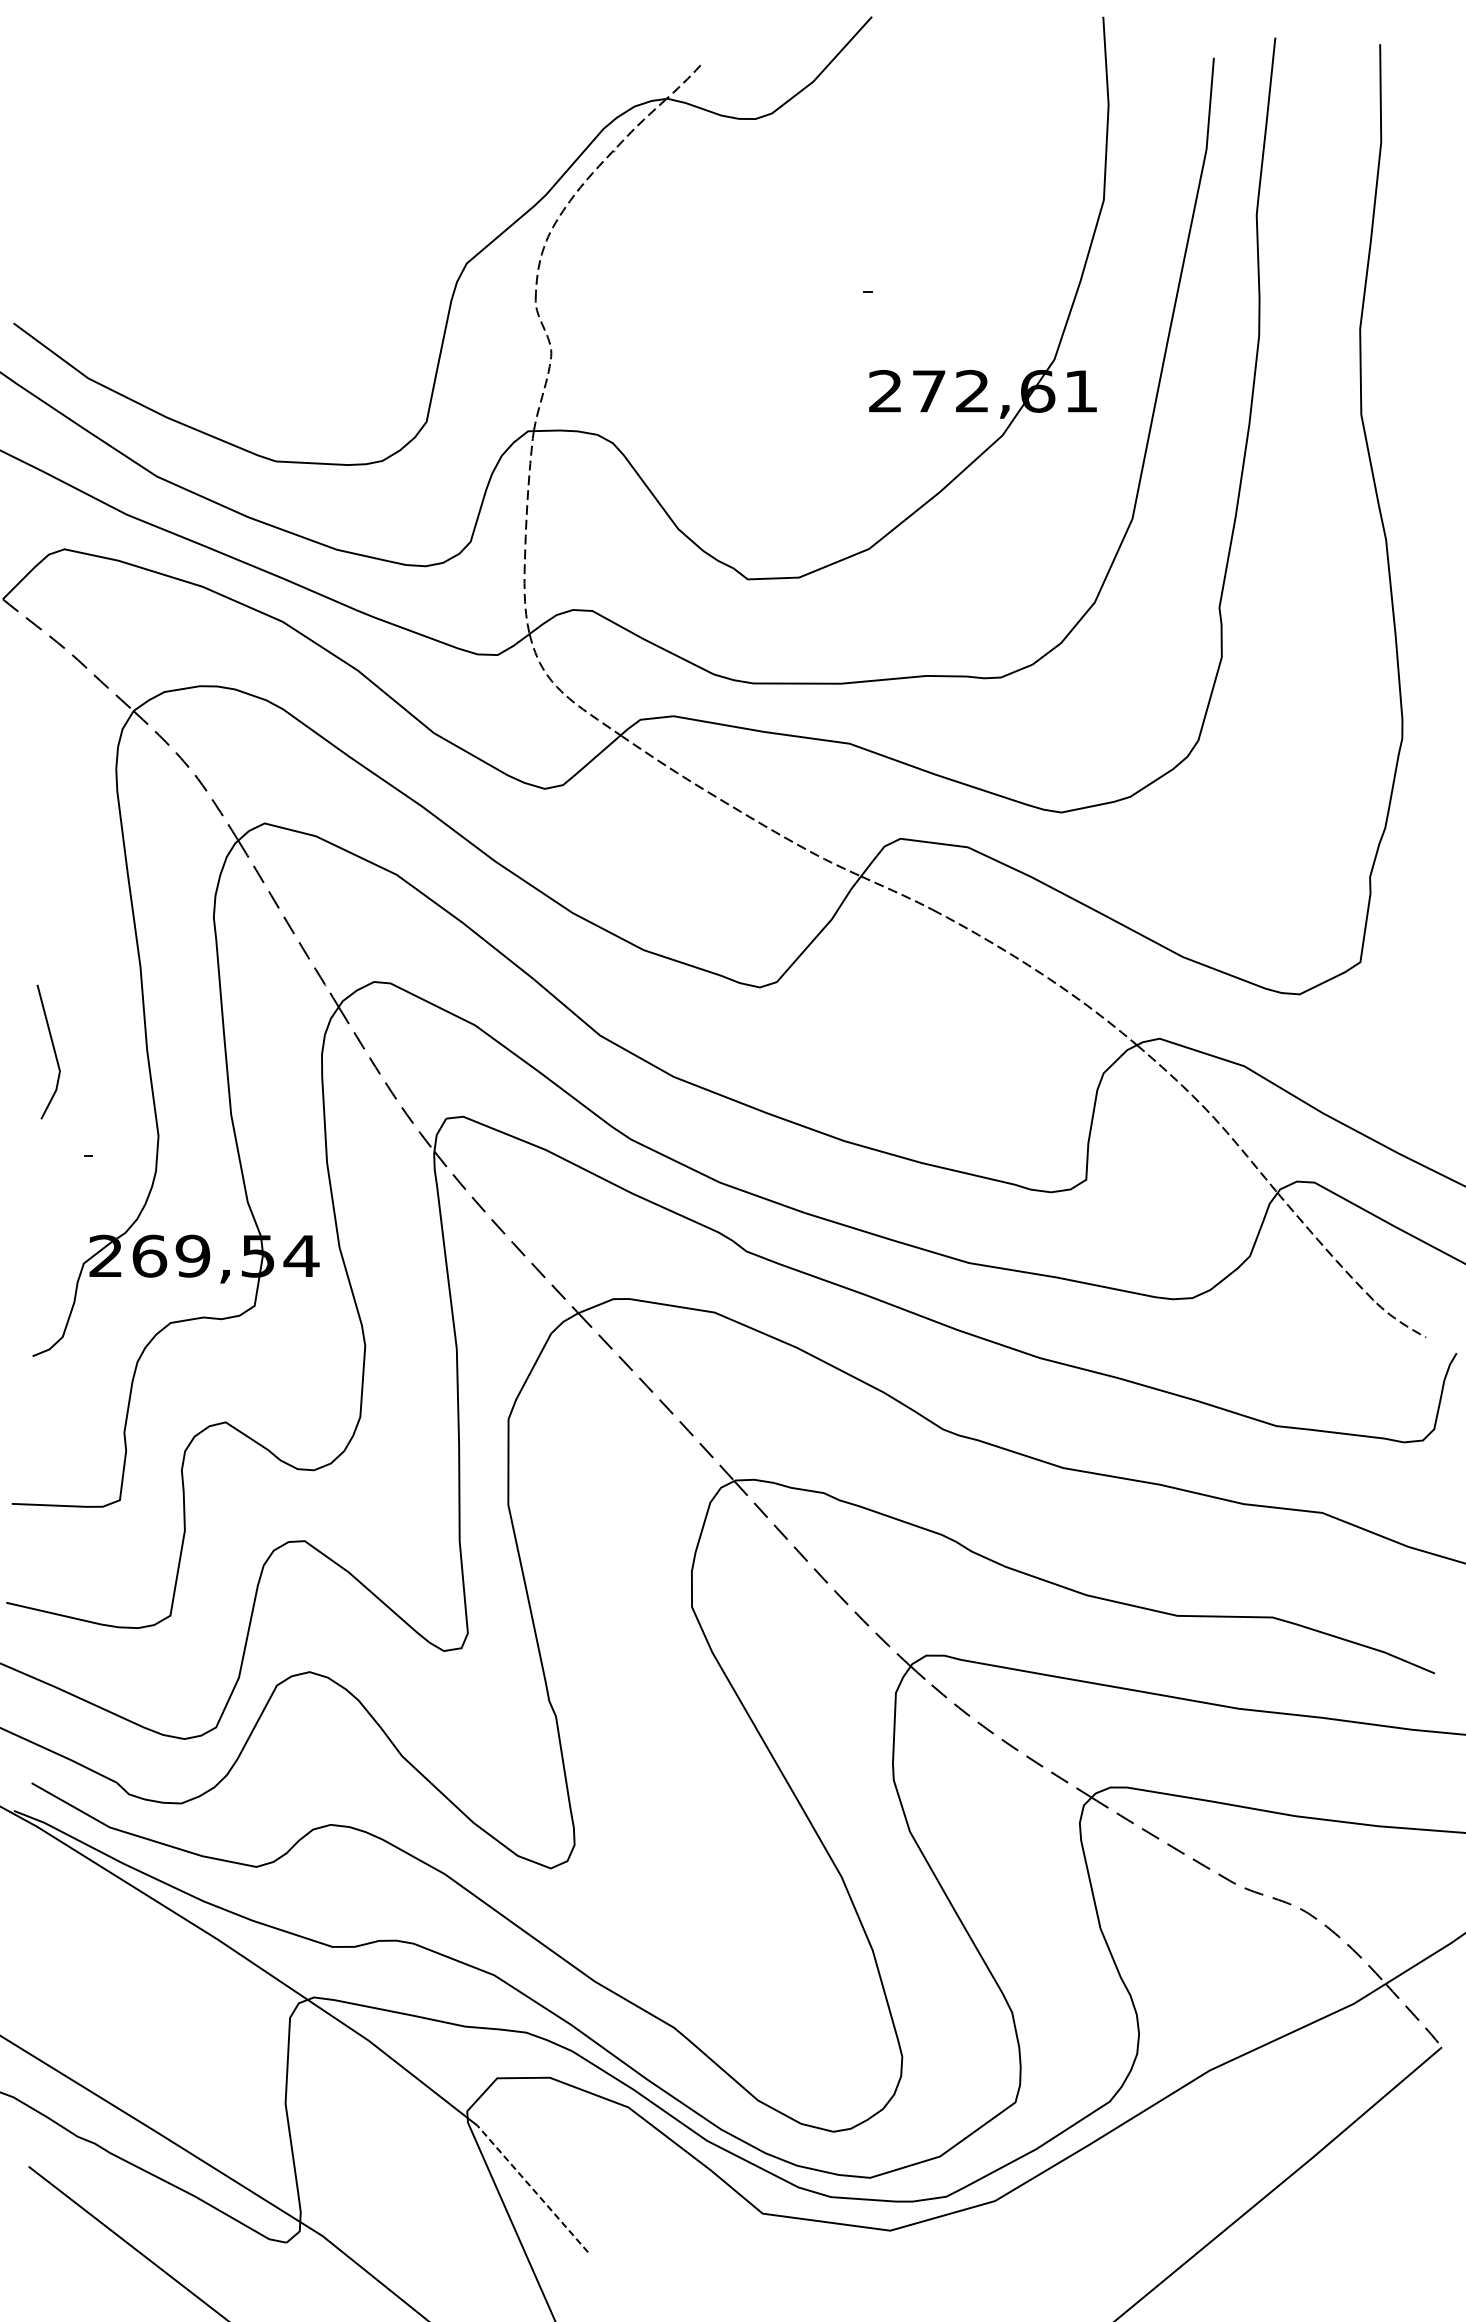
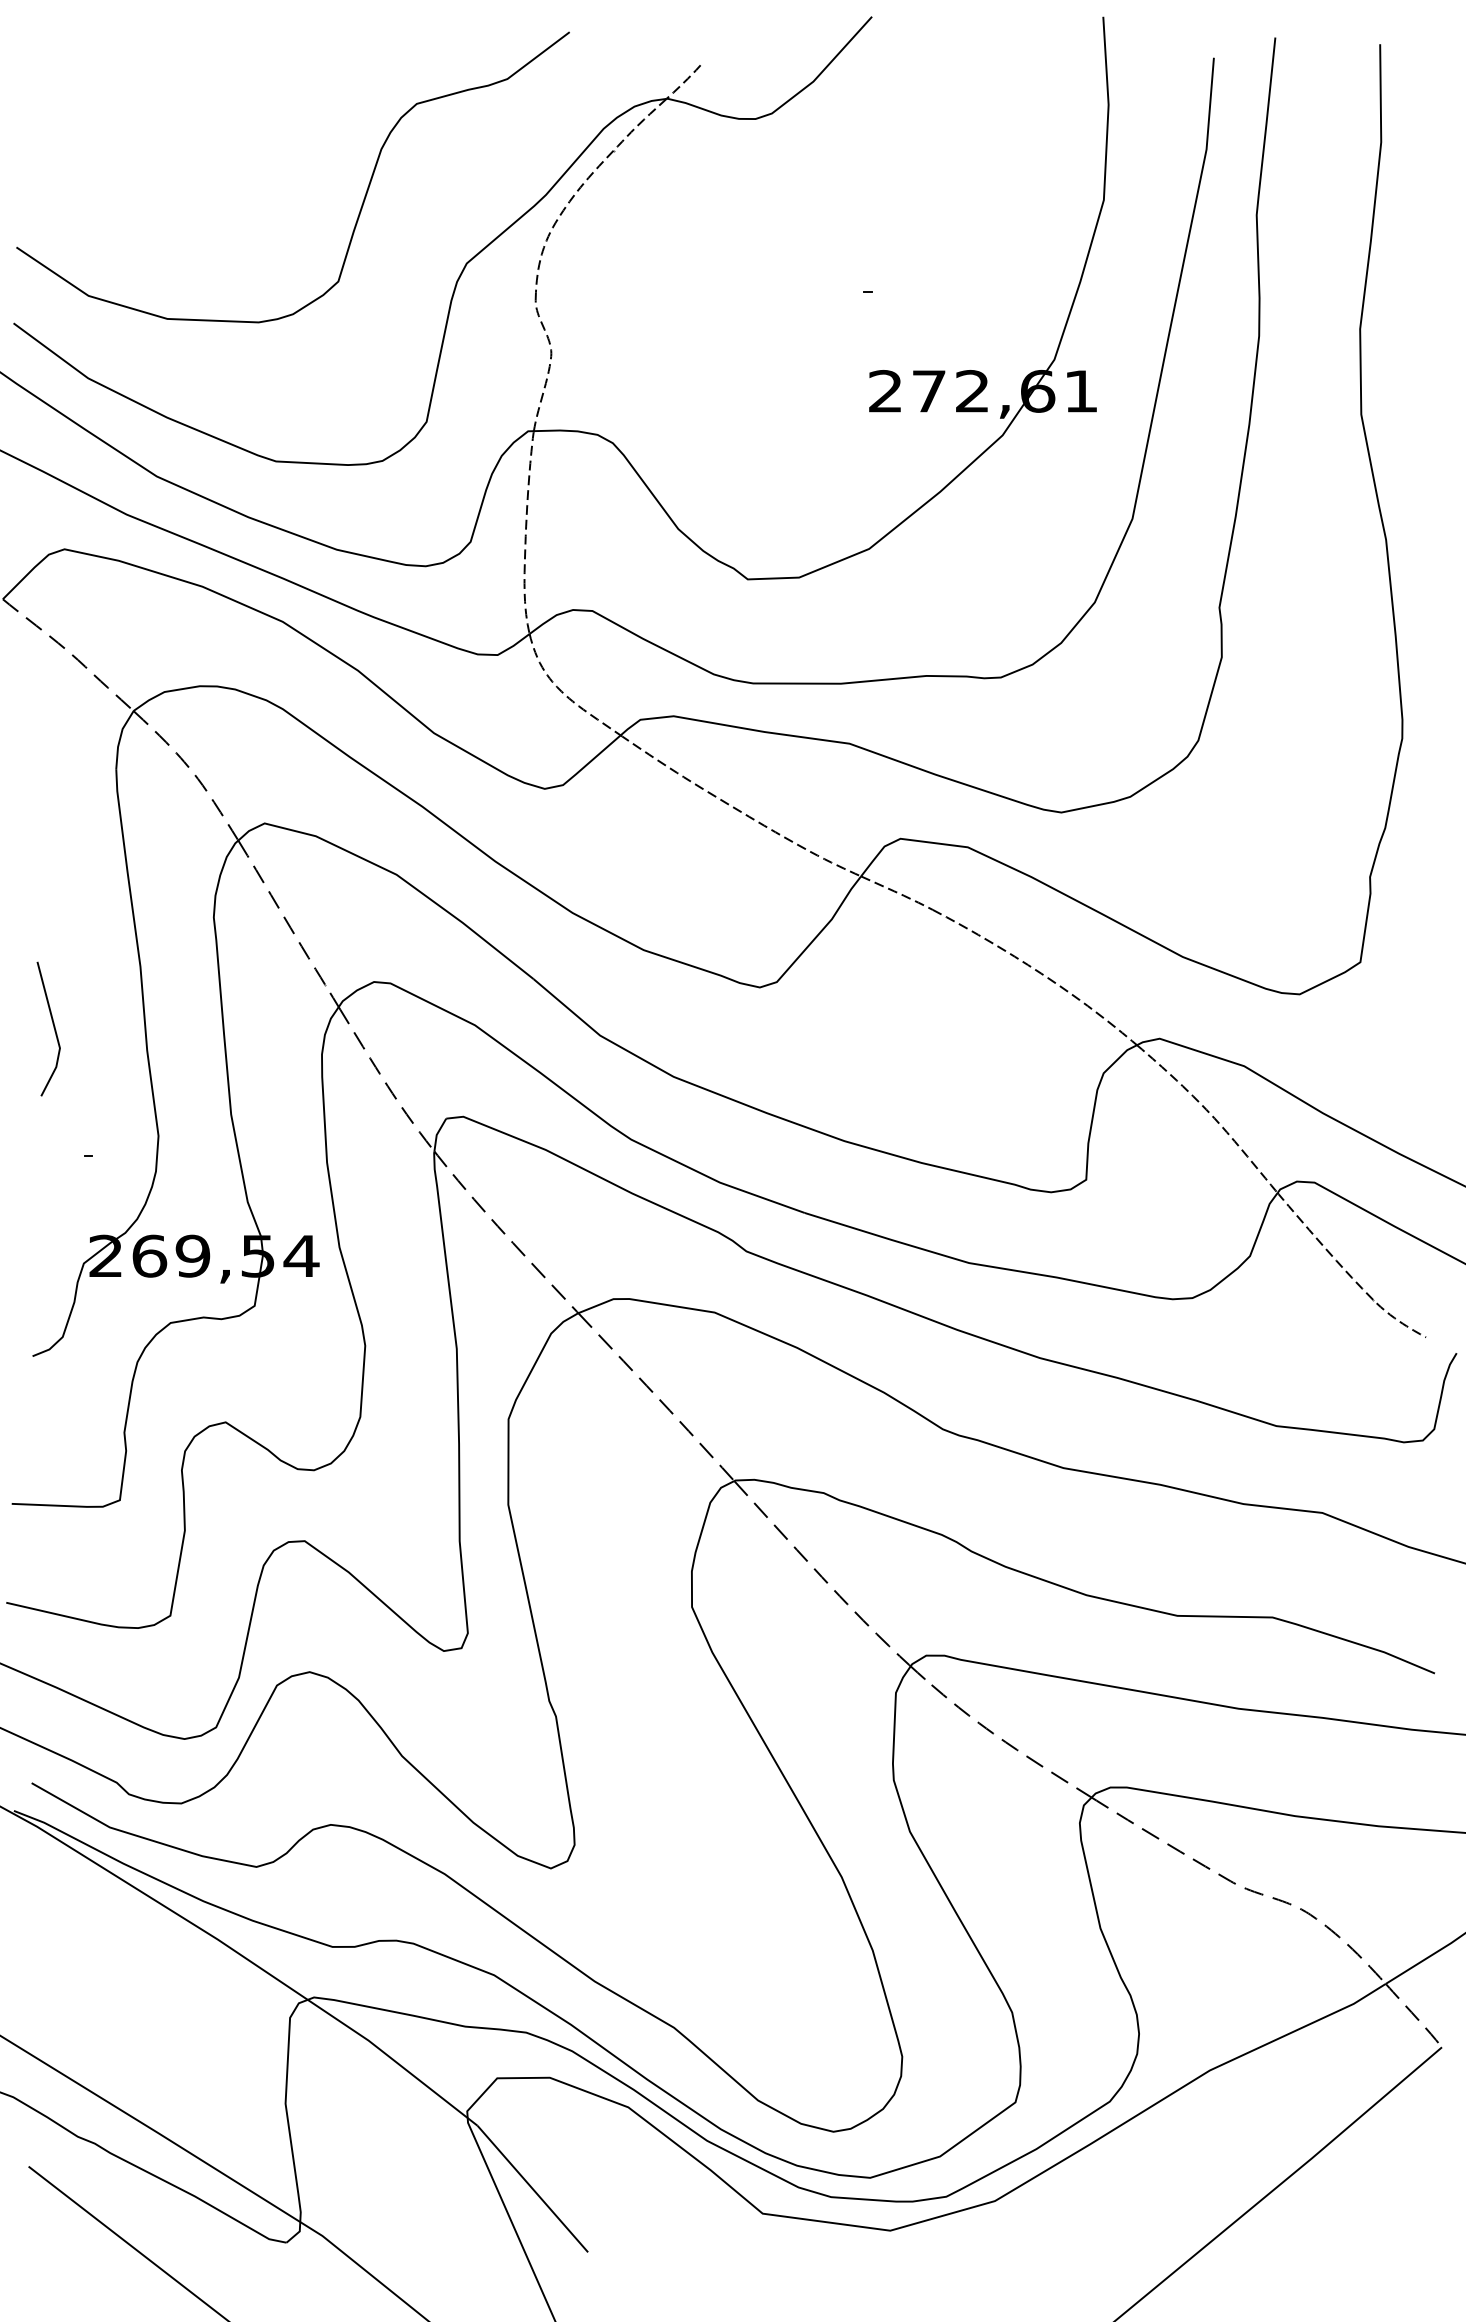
curve at (362, 201): none -> present
line at (53, 1051) position: (53, 1051) -> (53, 1028)
line at (532, 2188): dashed -> solid
